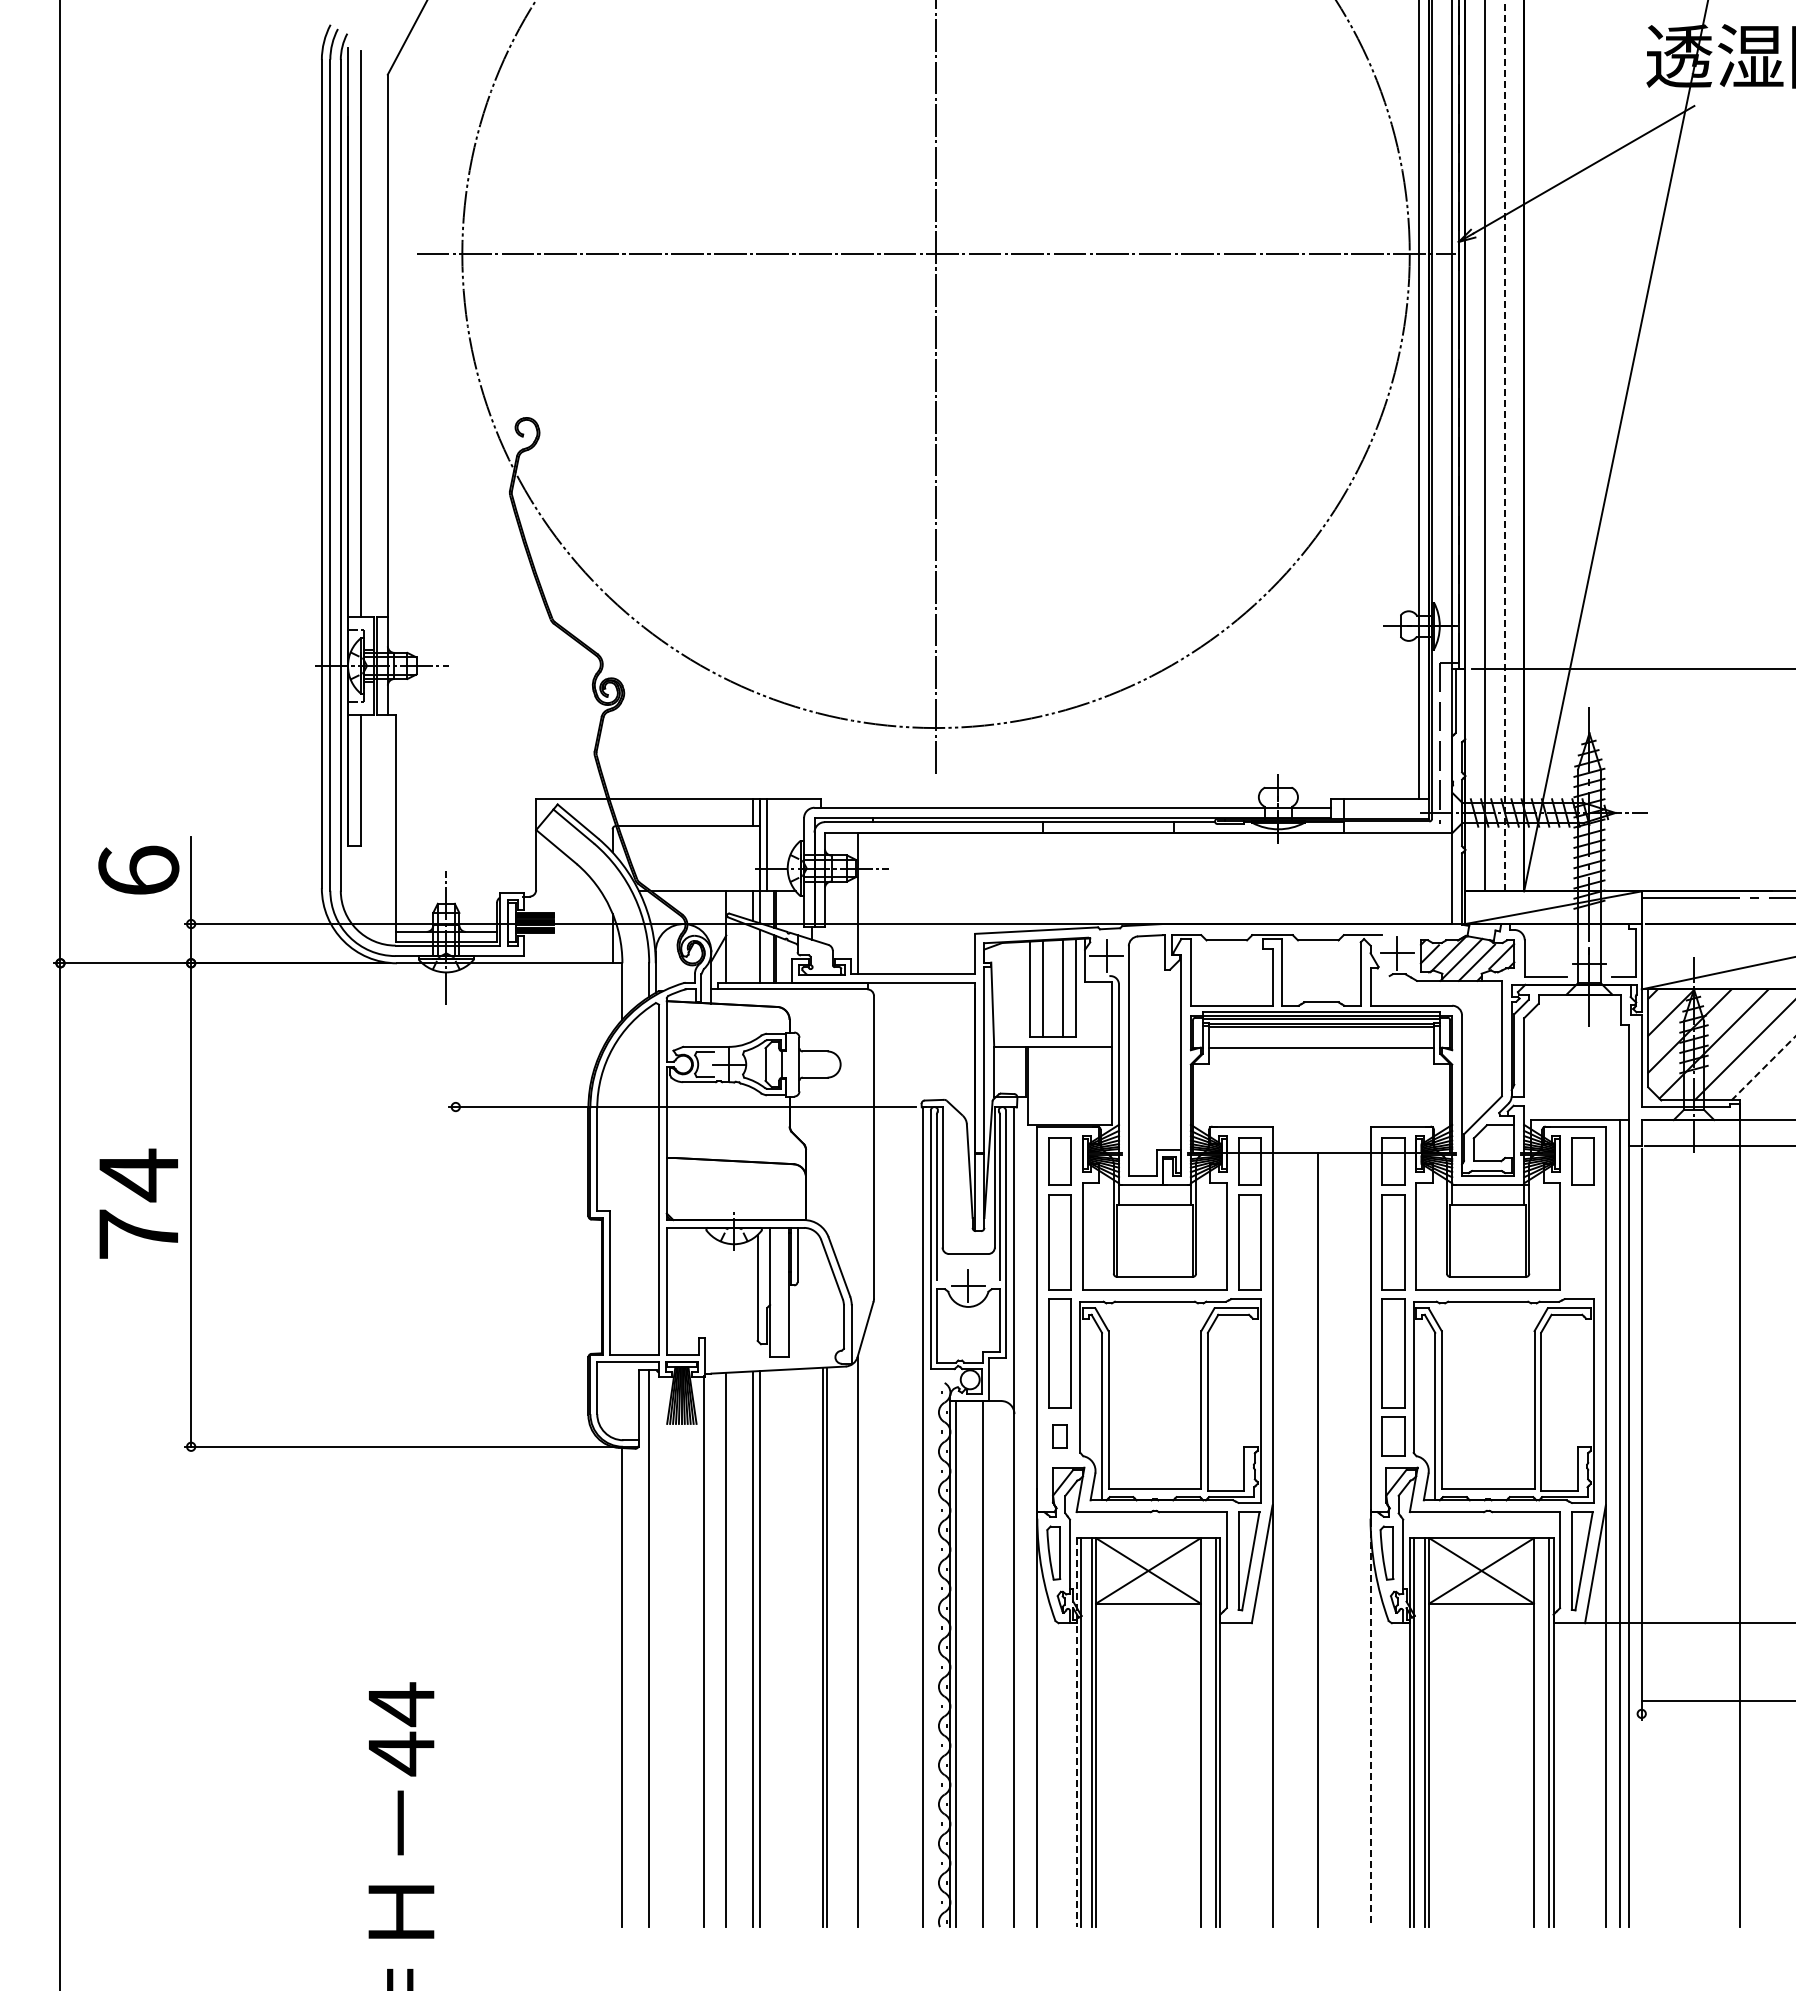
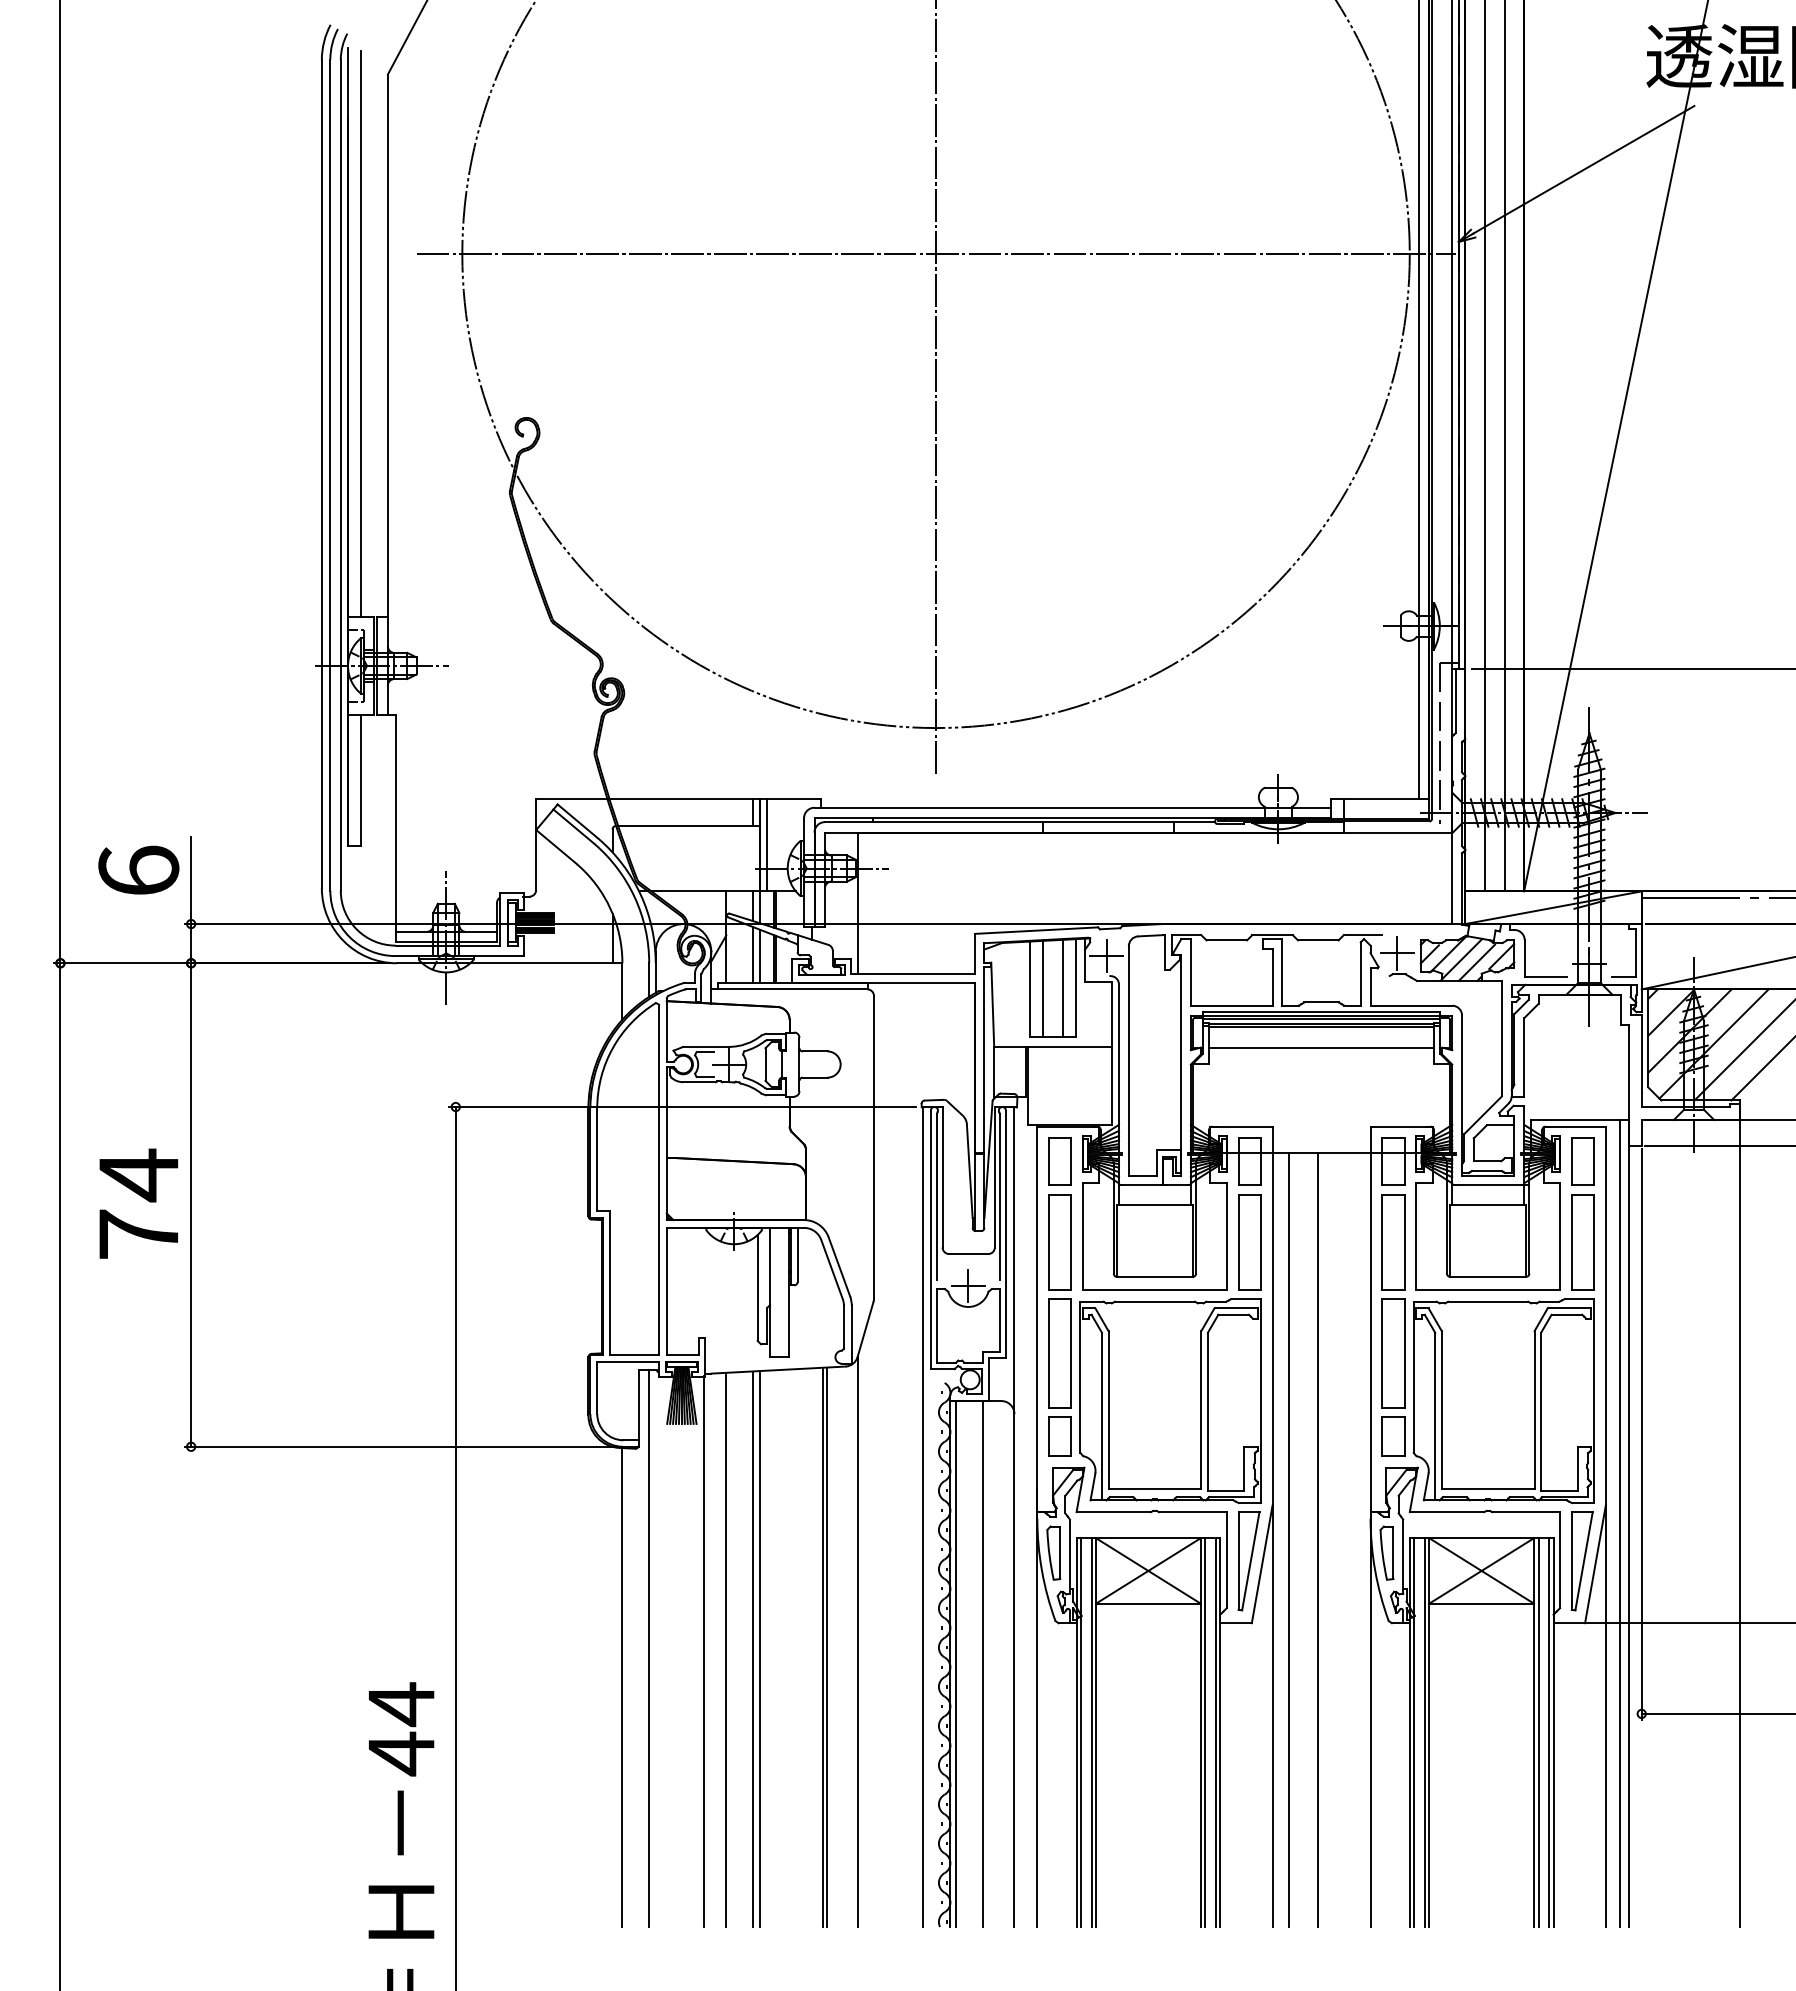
line at (1504, 445): dashed -> solid
line at (753, 954): none -> present
line at (1763, 1068): dashed -> solid
part at (1582, 1242): none -> present
part at (1059, 1436) size: 16x25 px -> 24x41 px
line at (1288, 1539): none -> present
line at (455, 1547): none -> present
line at (1716, 1700) position: (1716, 1700) -> (1716, 1713)
line at (1370, 1718): dashed -> solid
line at (1205, 1732): none -> present
line at (1538, 1732): none -> present
line at (1076, 1733): dashed -> solid
